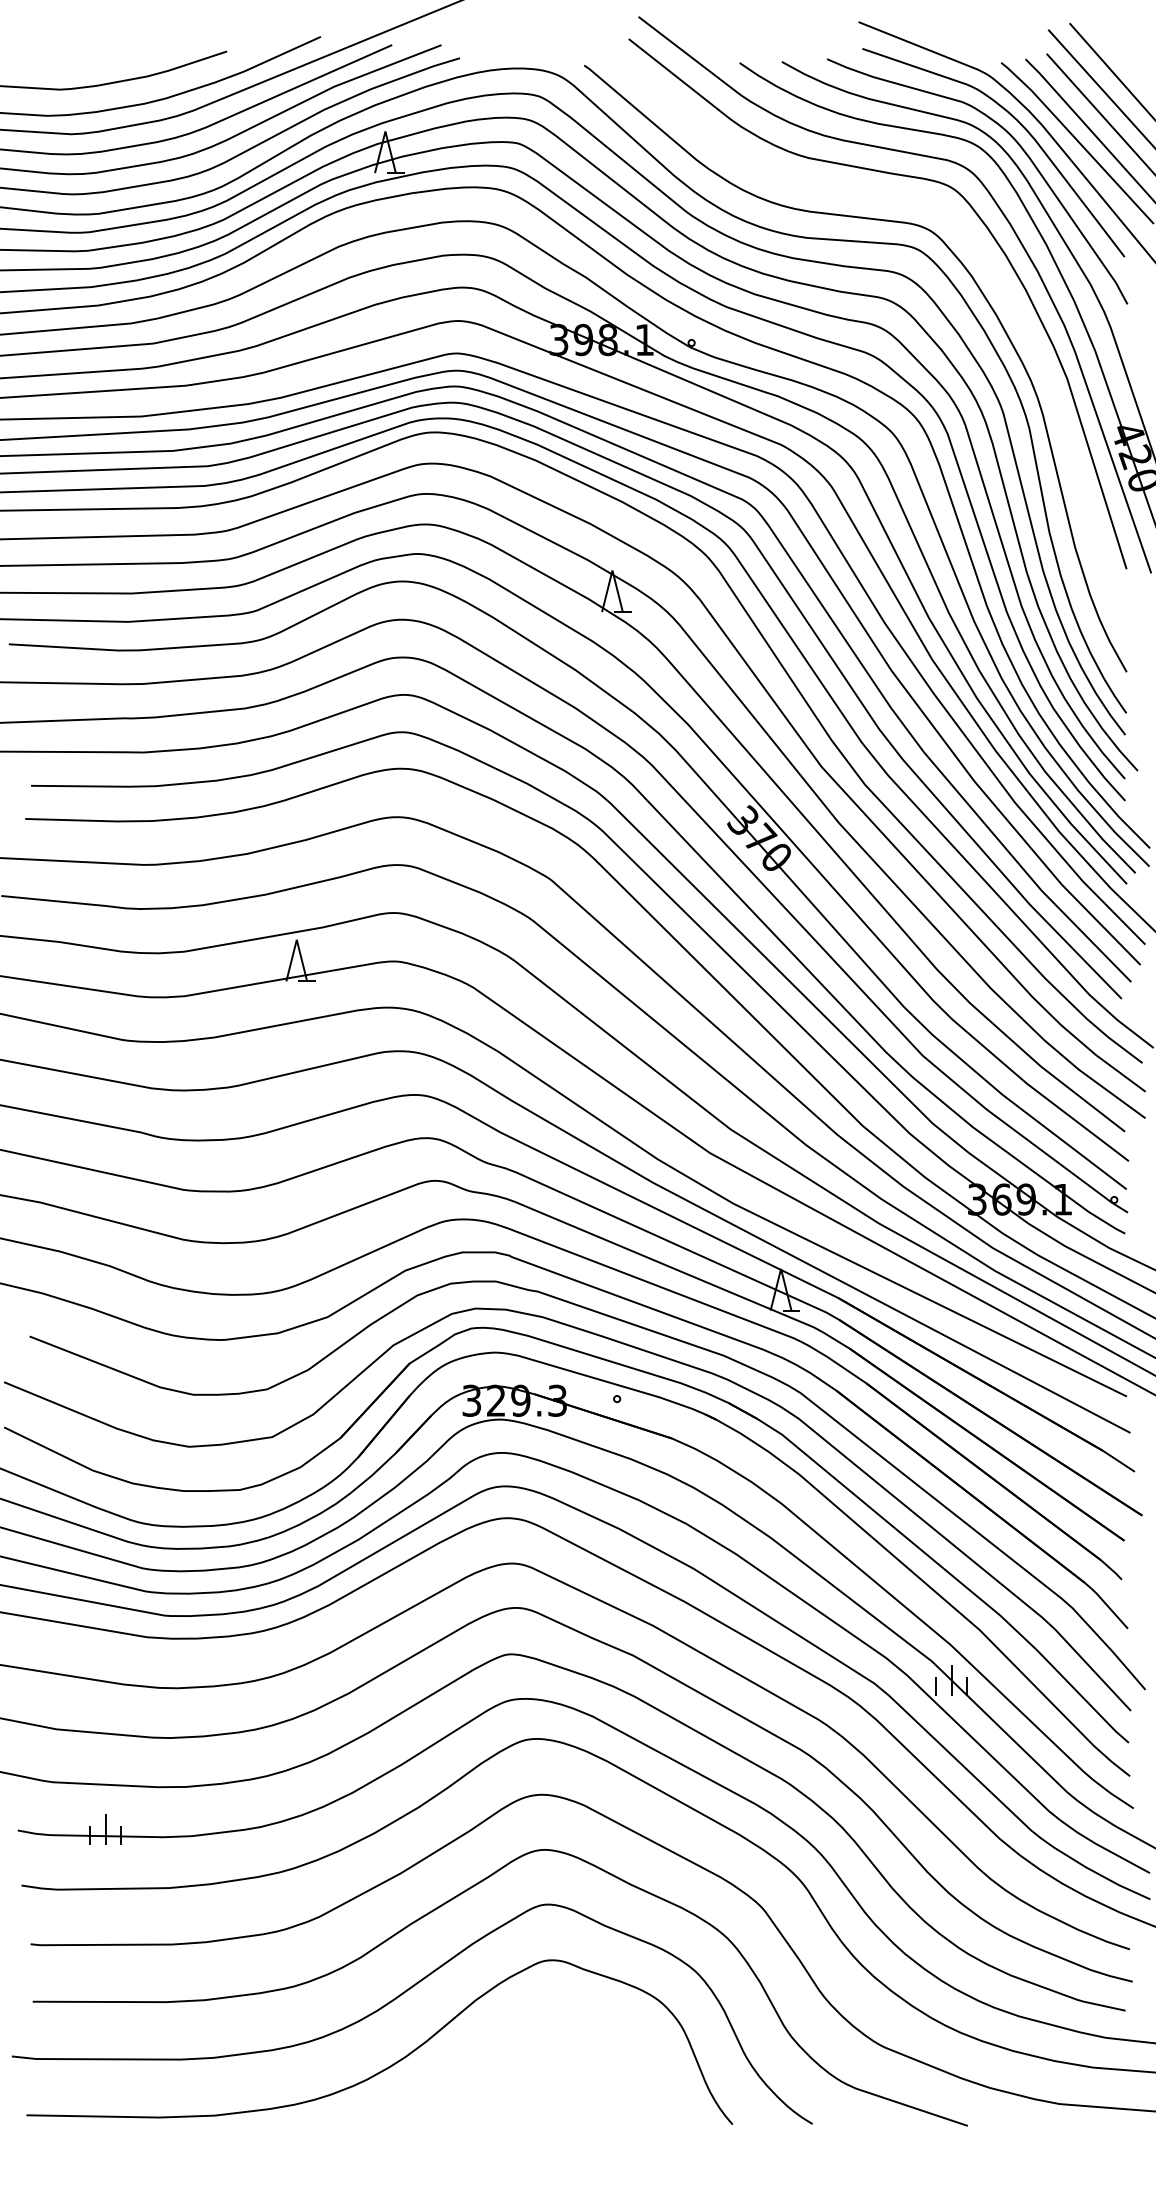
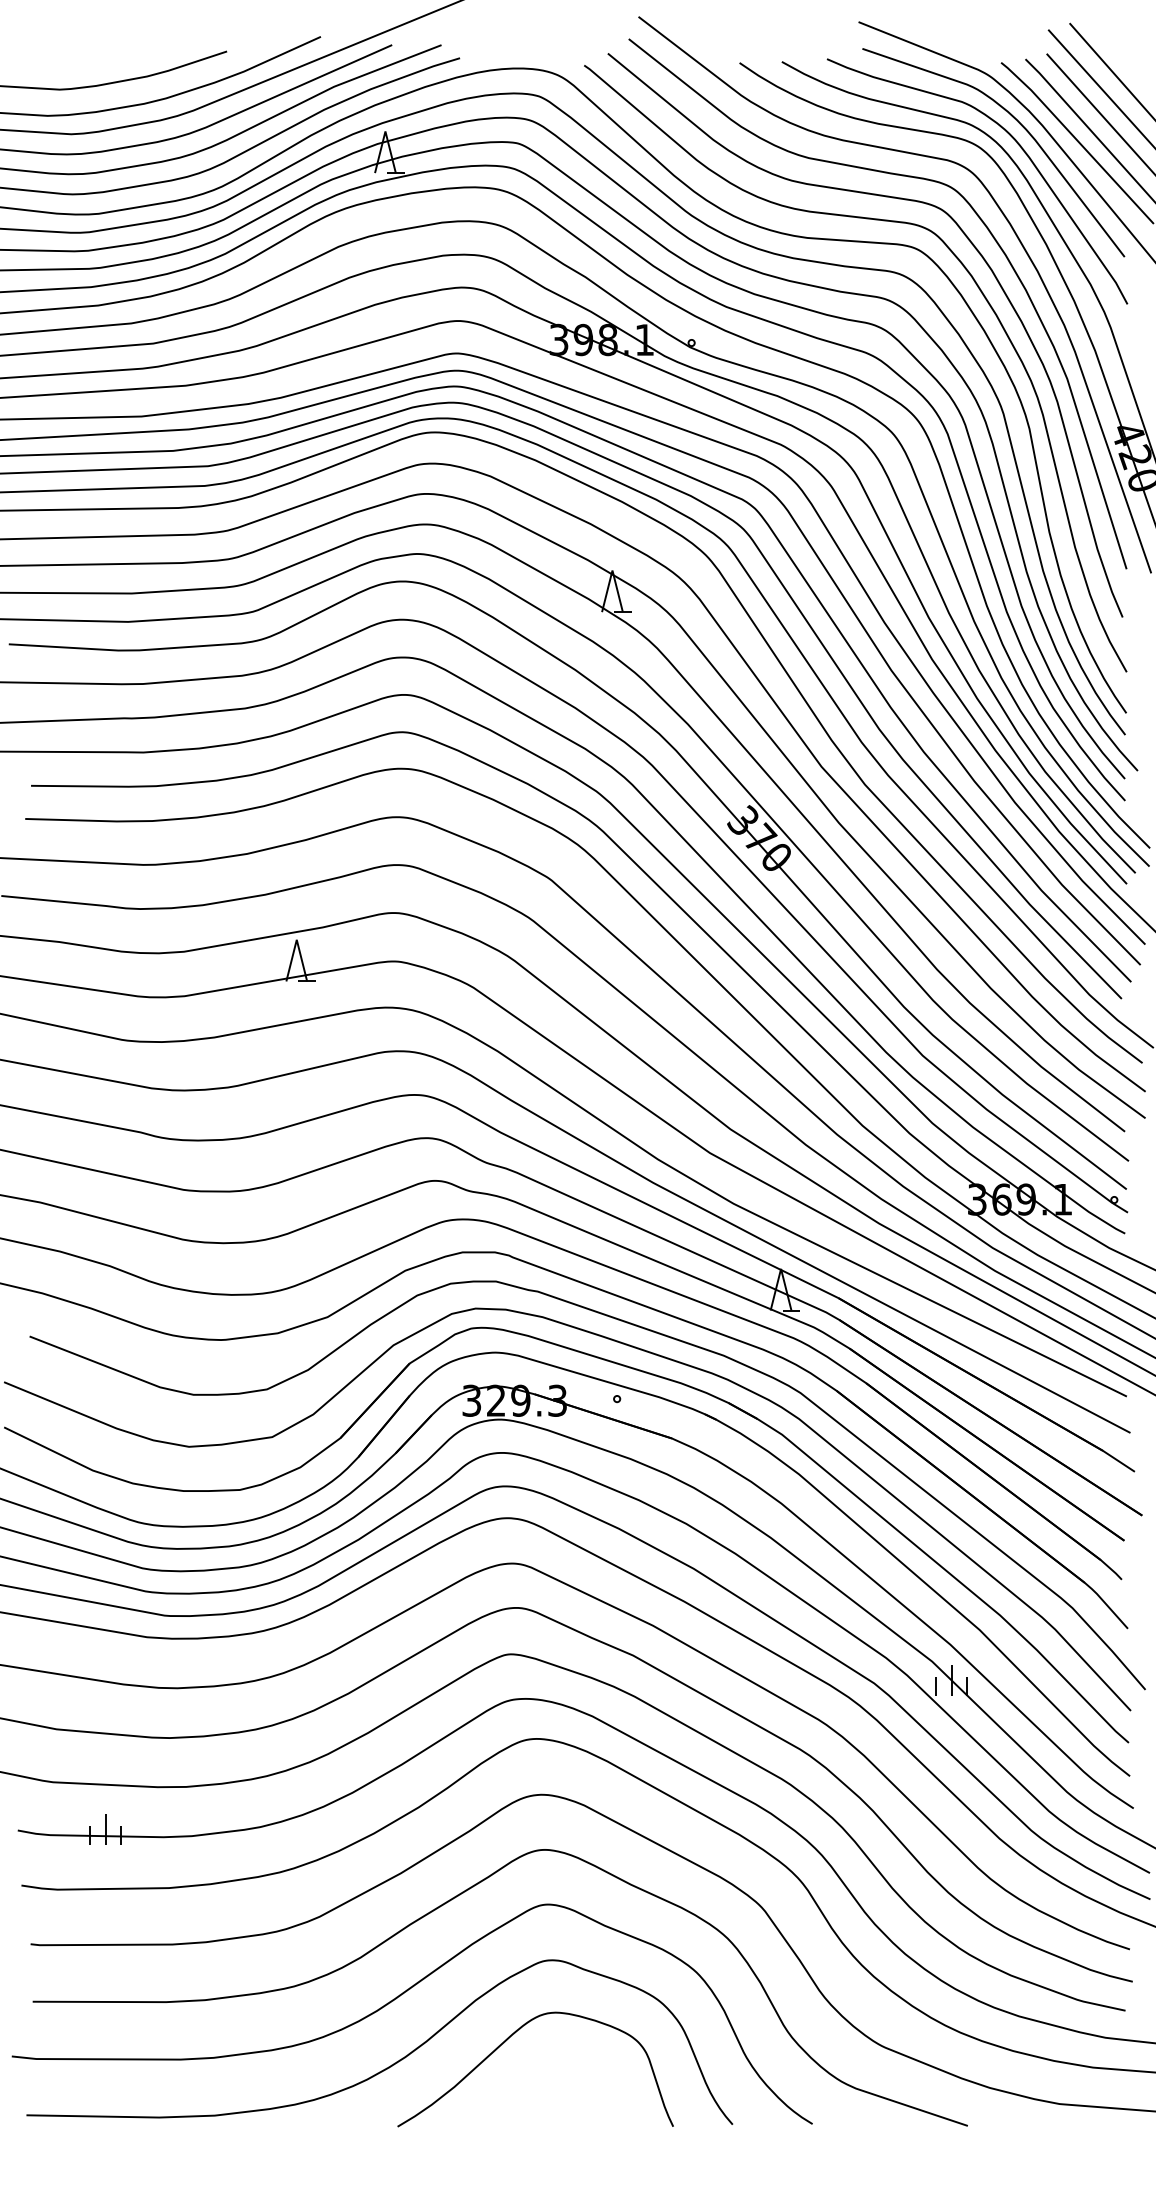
curve at (977, 252): none -> present
curve at (507, 2040): none -> present
